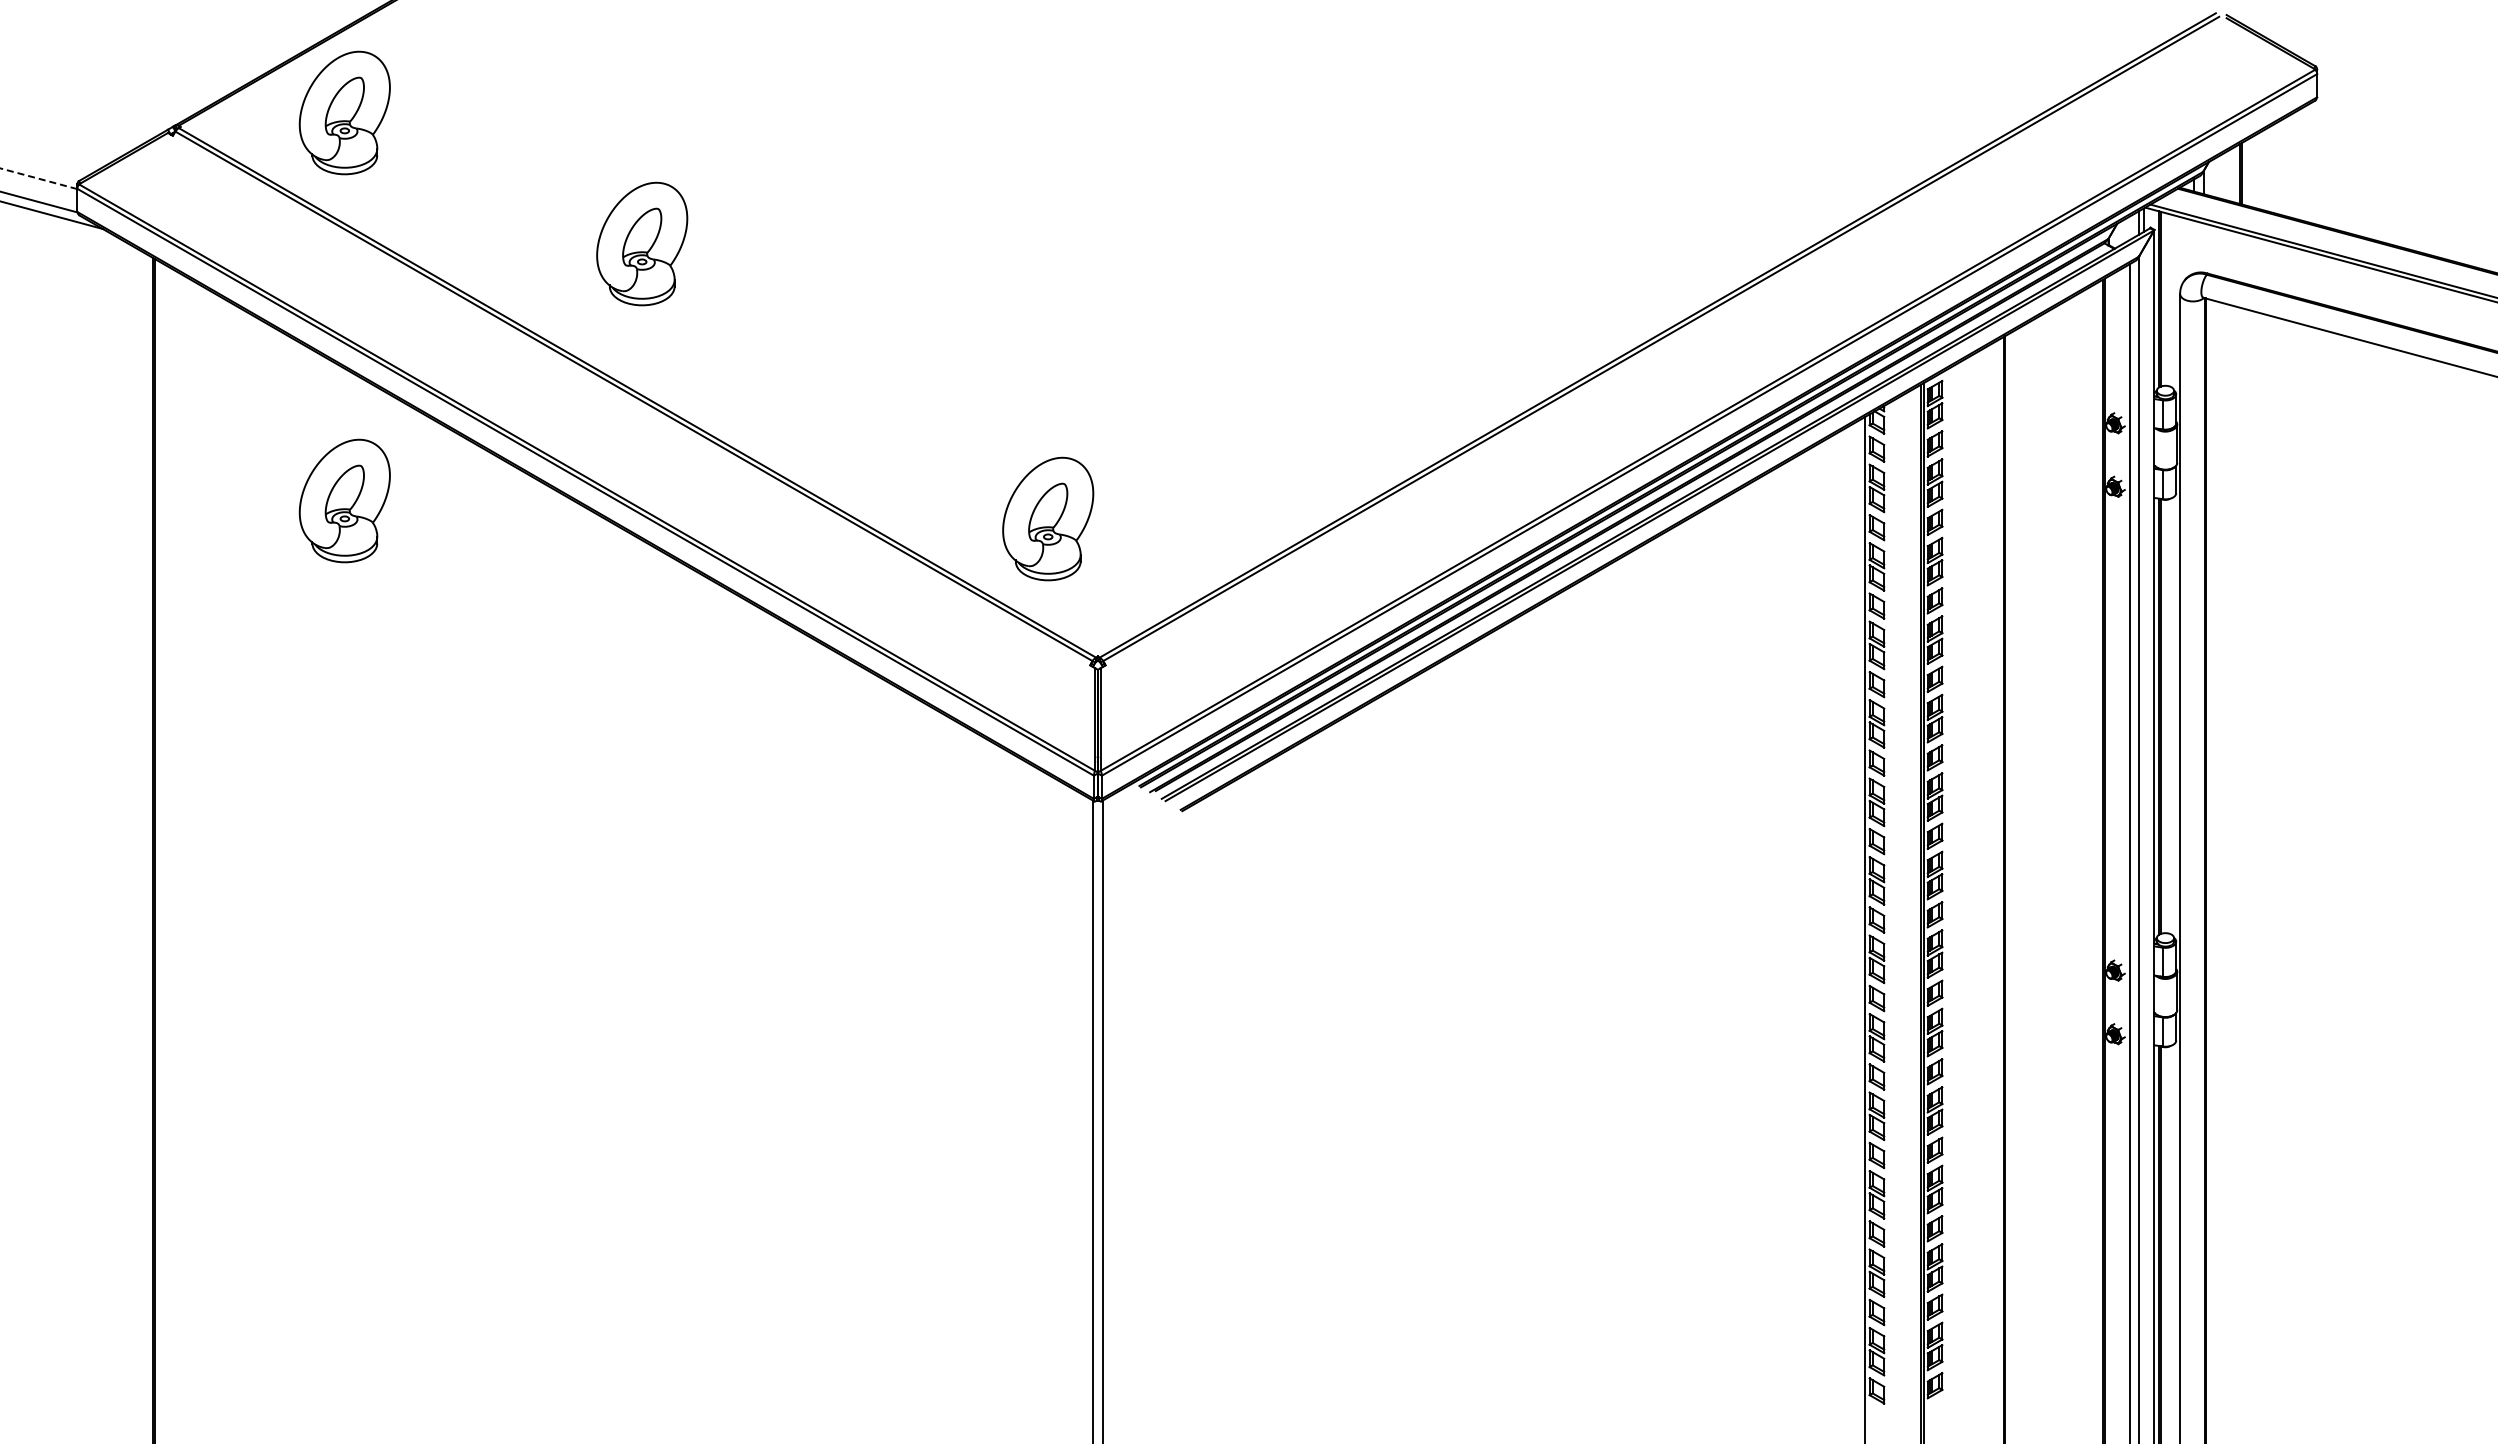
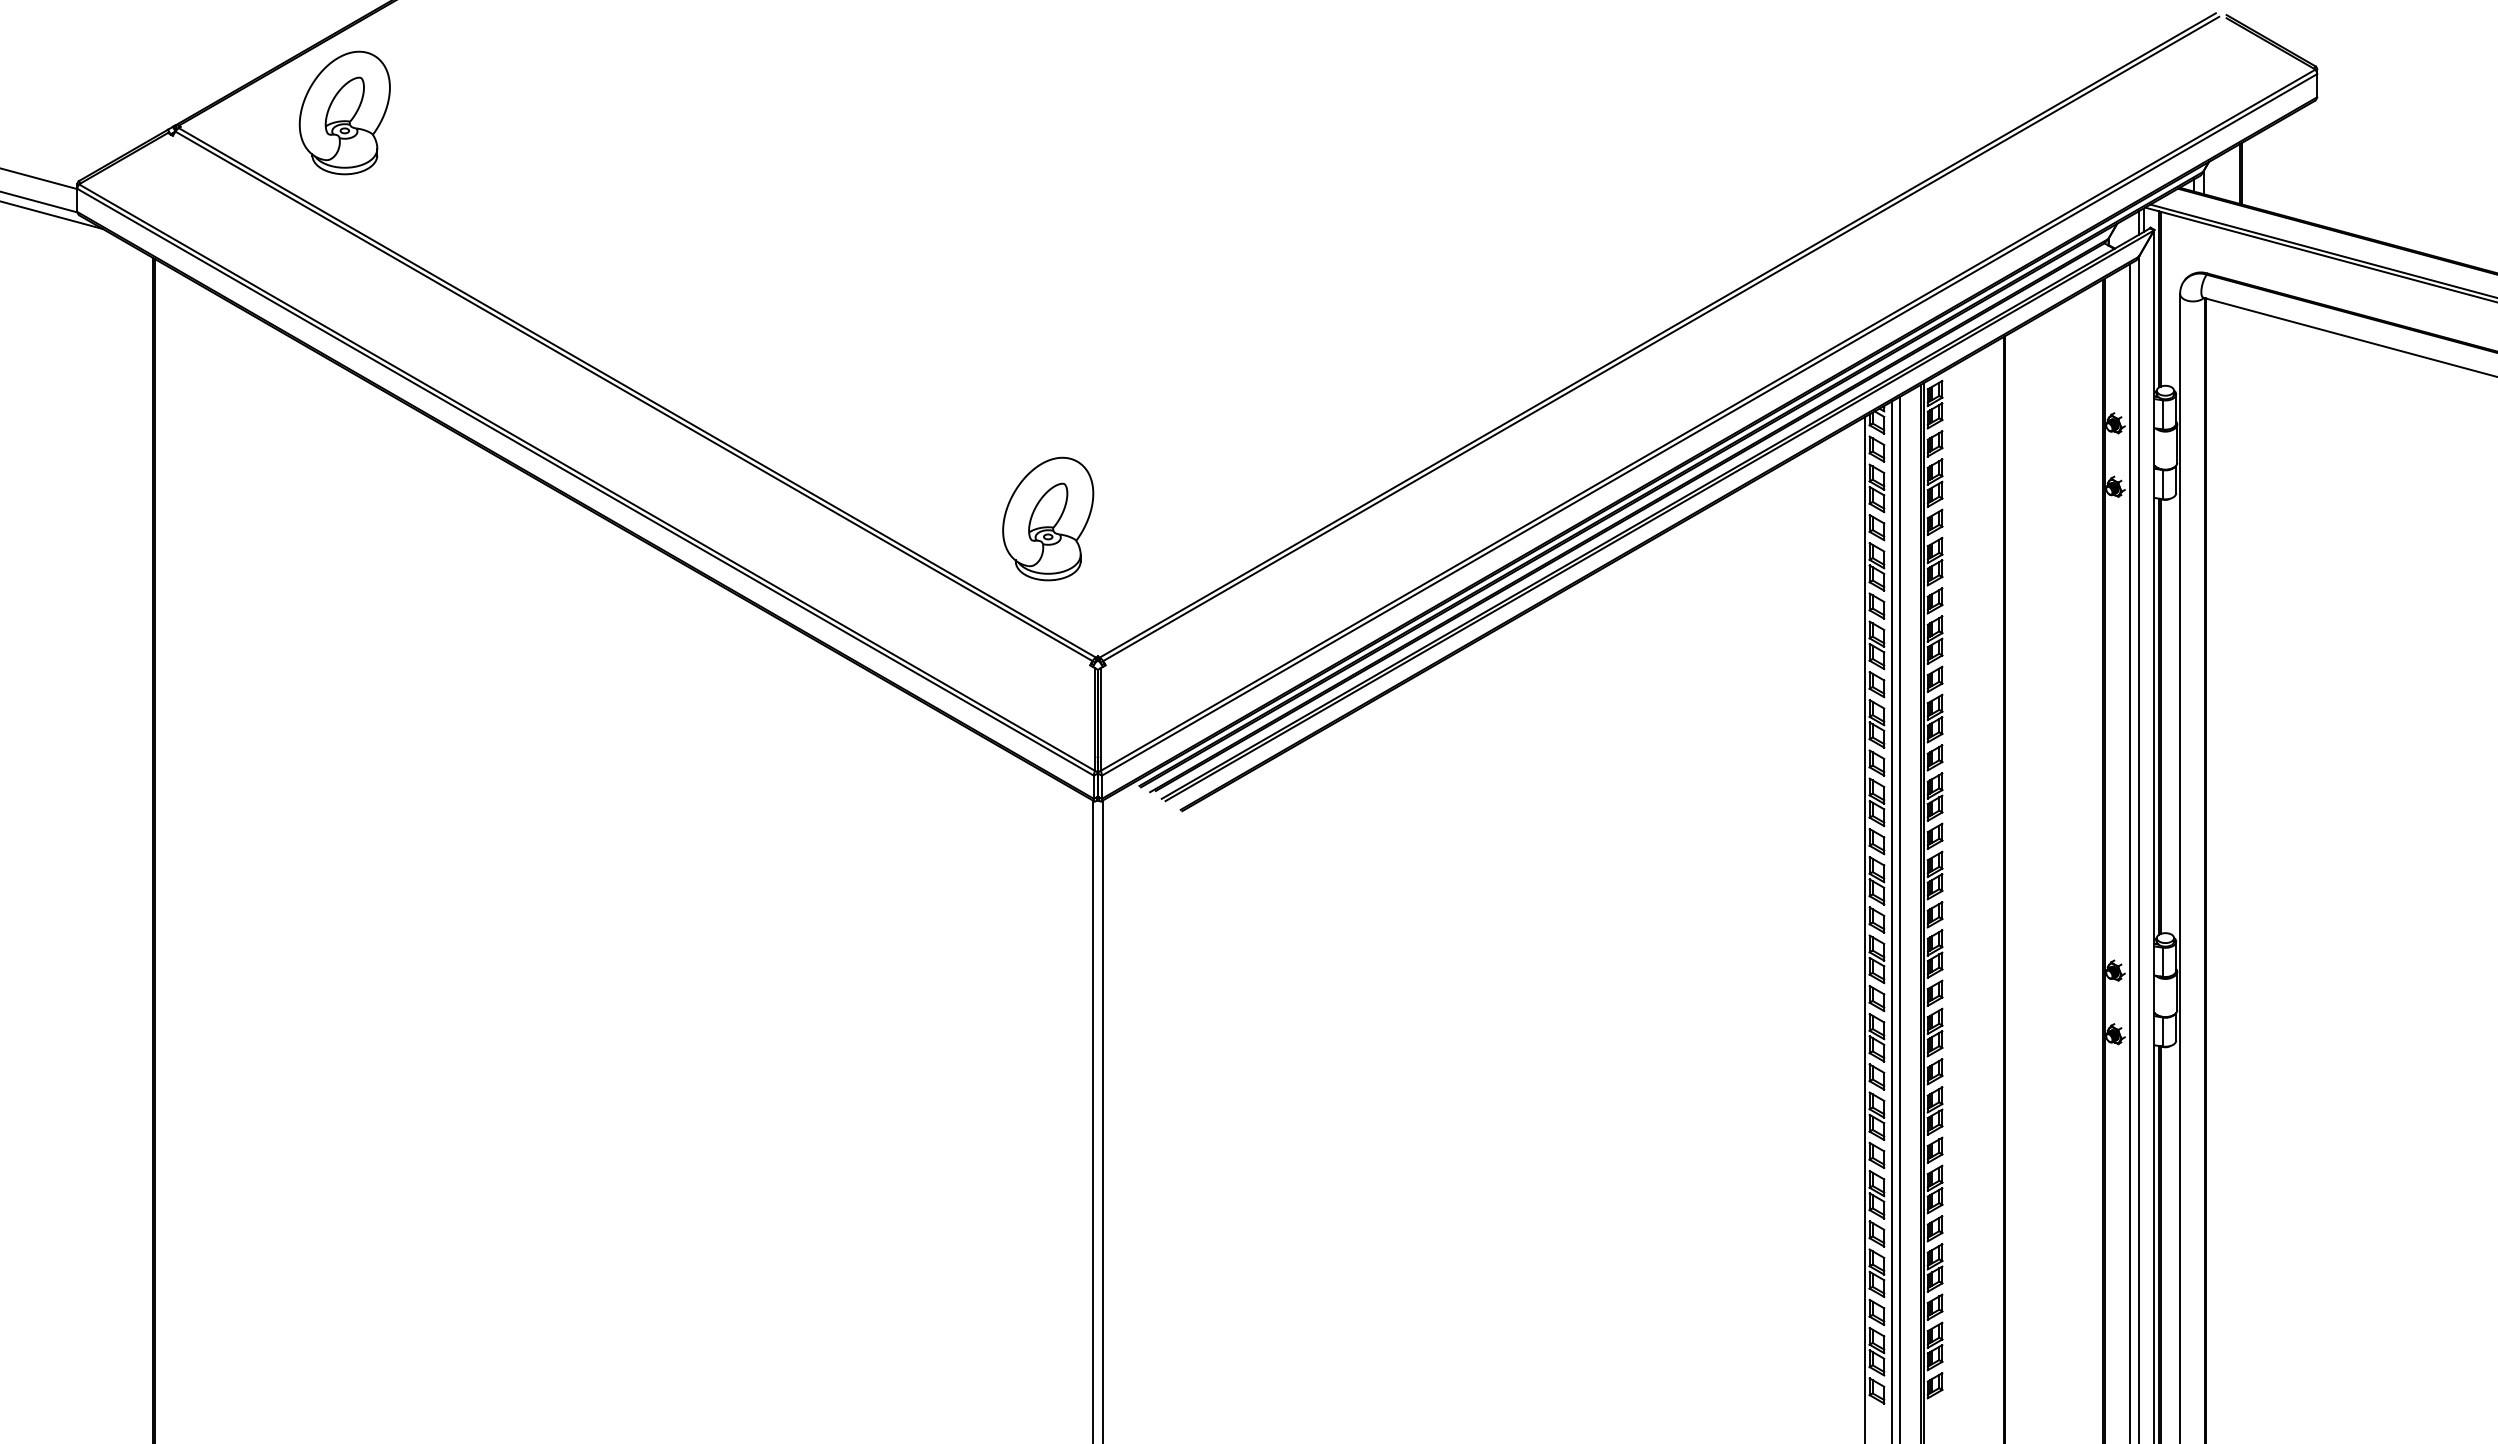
line at (38, 178): dashed -> solid
part at (642, 243): present -> none
part at (344, 500): present -> none
line at (1900, 918): none -> present
line at (1892, 920): none -> present
